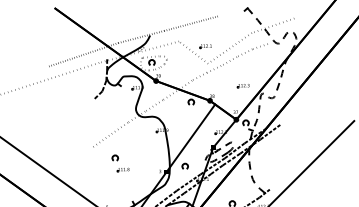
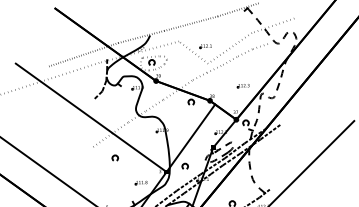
line at (237, 9): none -> present
line at (90, 117): none -> present
part at (122, 169) position: (122, 169) -> (140, 182)
